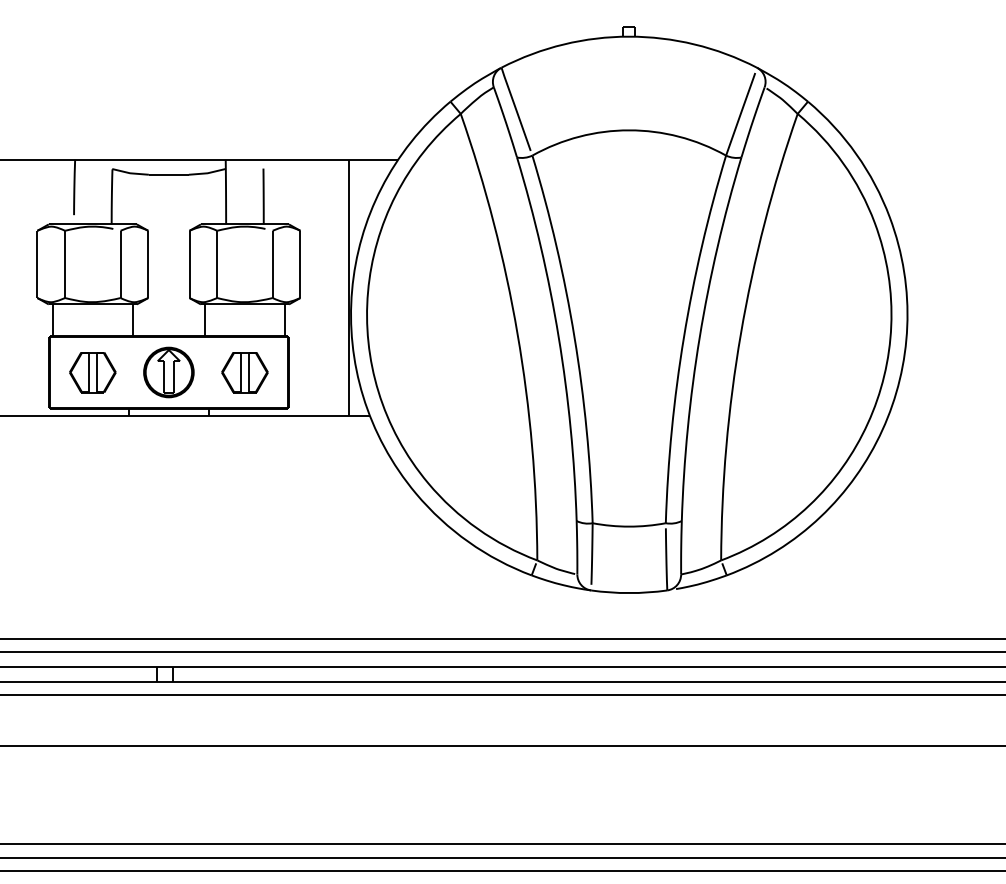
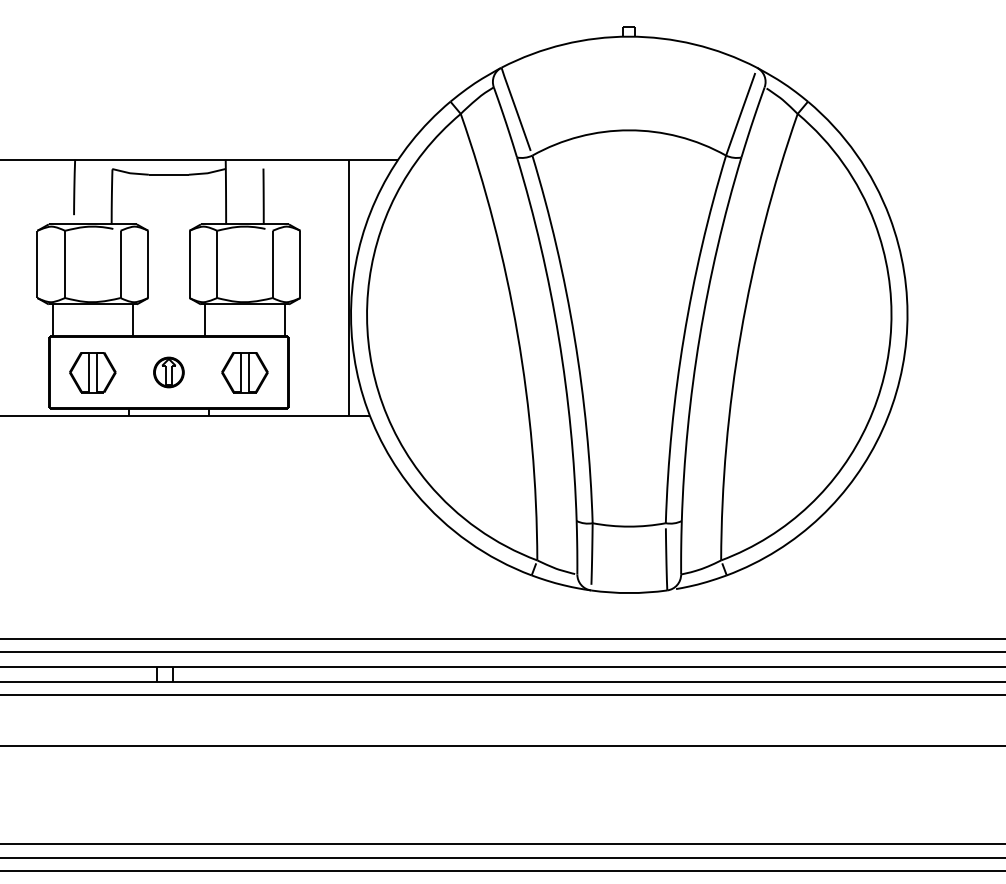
part at (168, 372) size: 52x53 px -> 32x33 px
